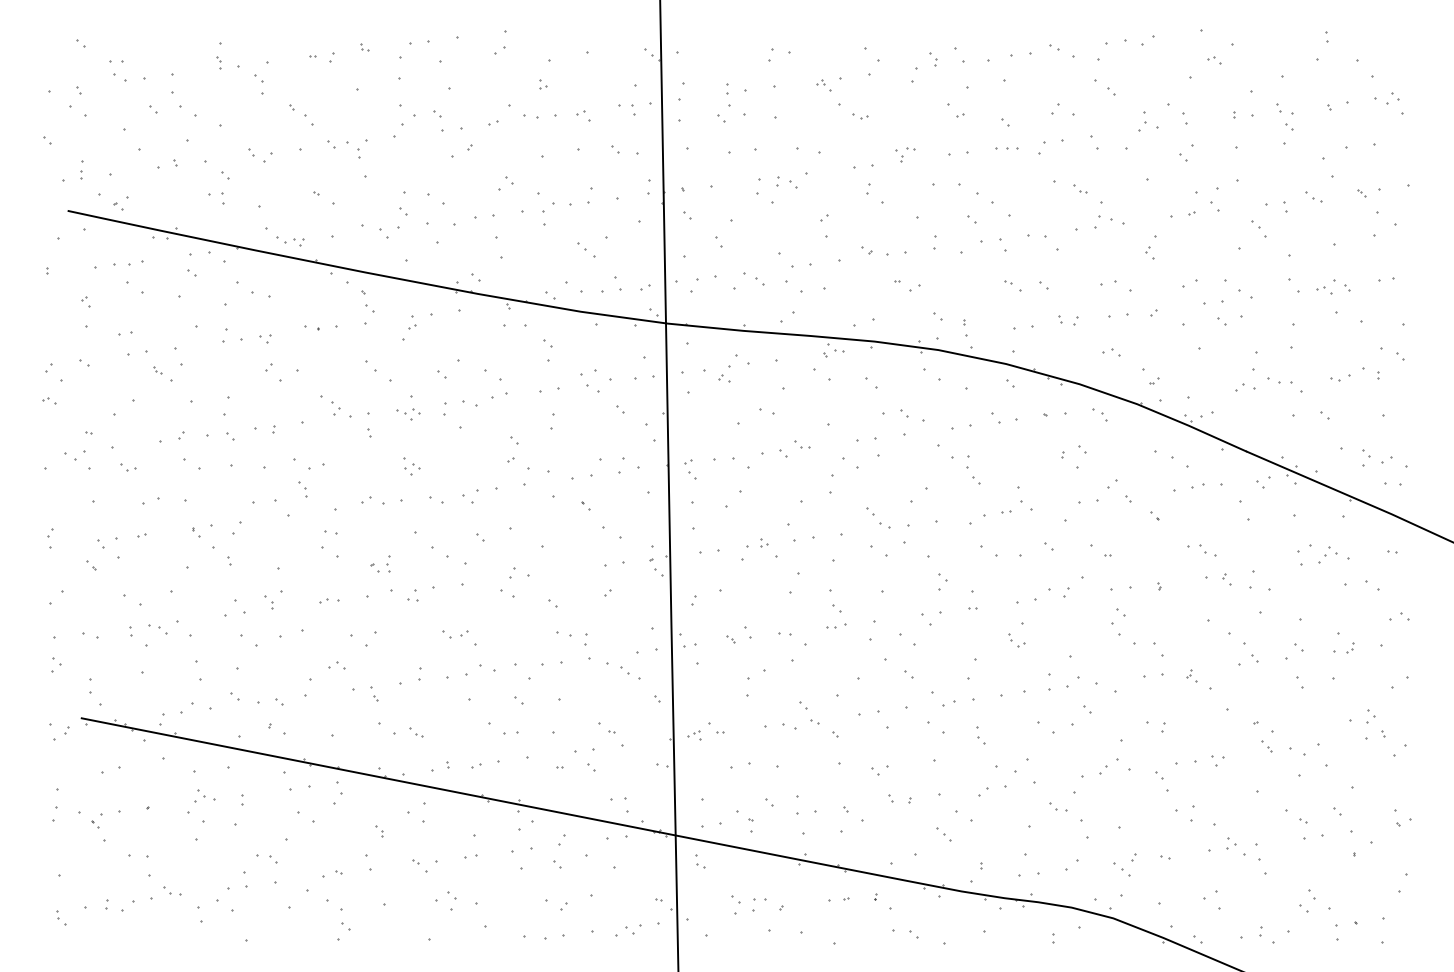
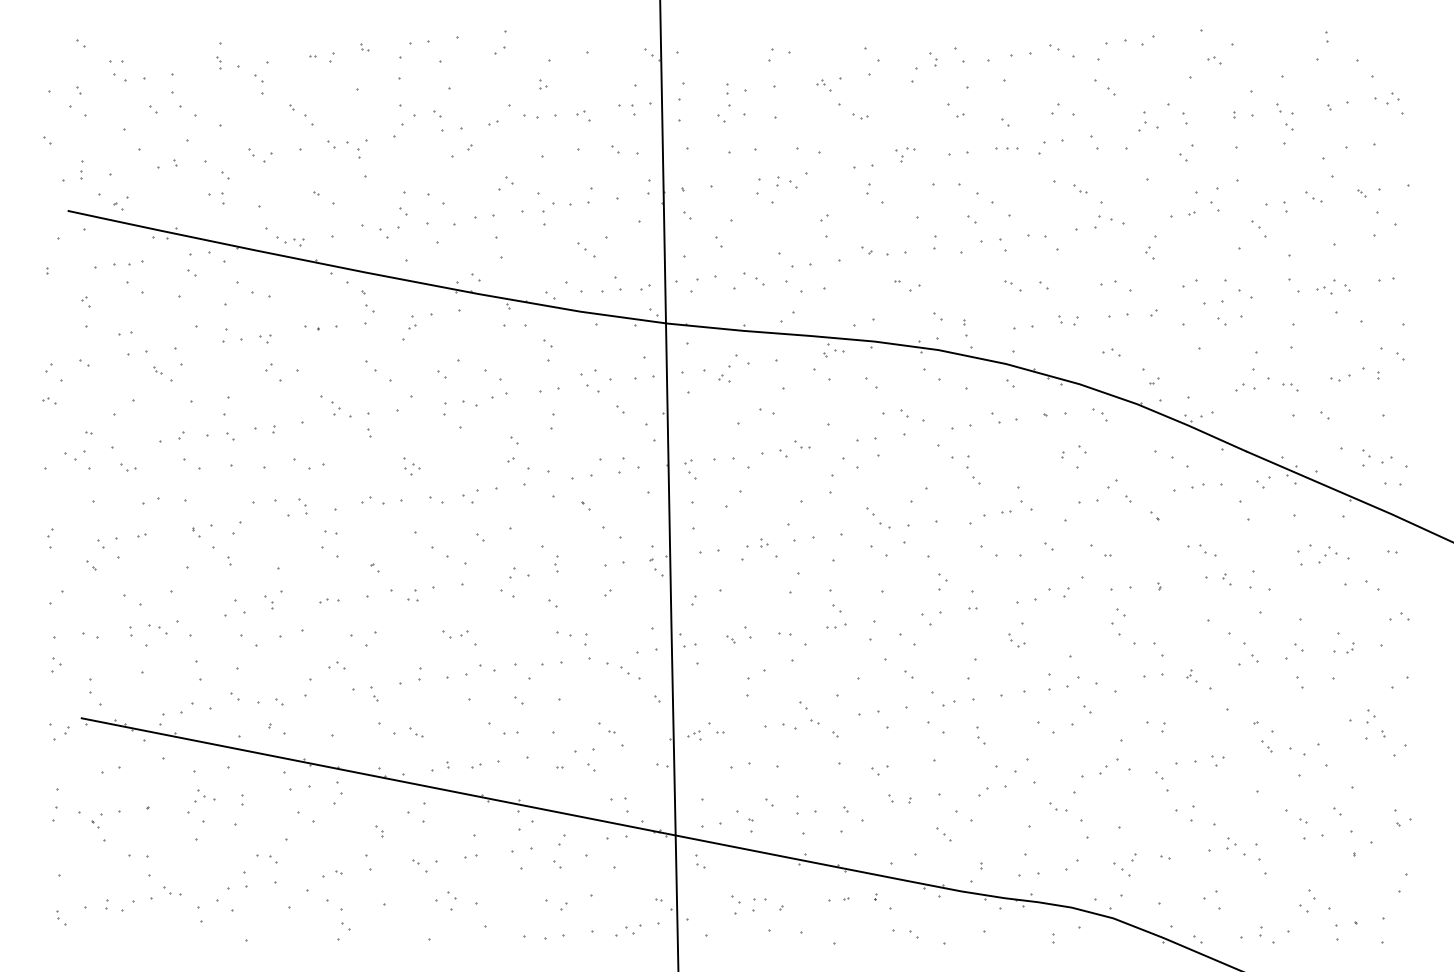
part at (1290, 386) size: 25x12 px -> 17x9 px
part at (412, 414): present -> none
part at (302, 489) position: (302, 489) -> (302, 506)
part at (388, 563) position: (388, 563) -> (556, 563)
